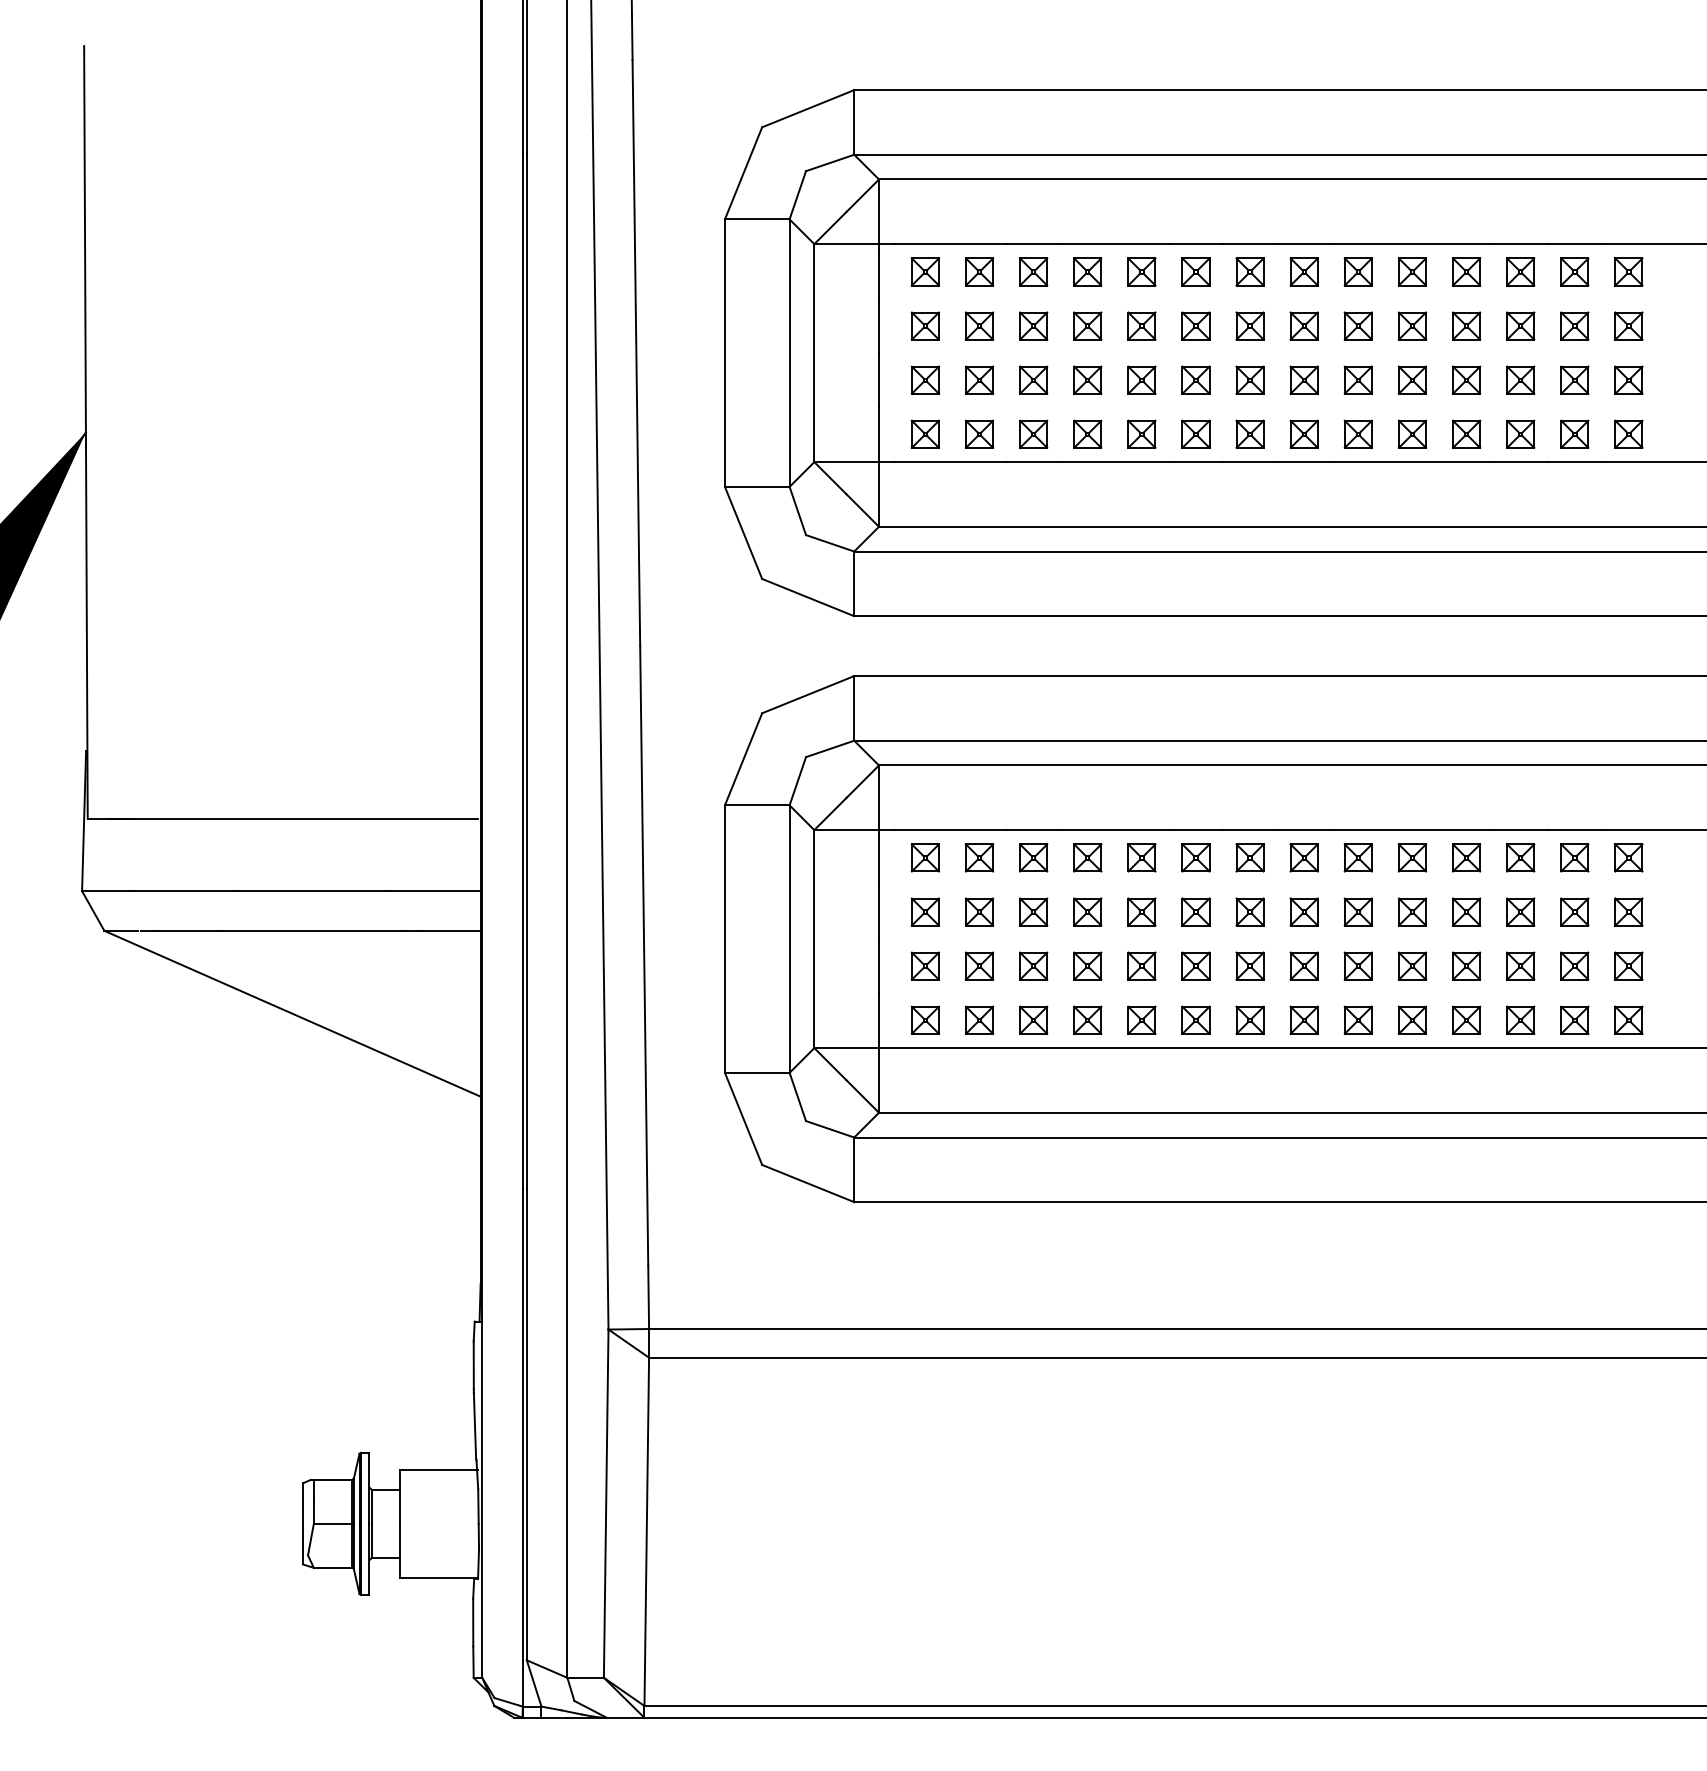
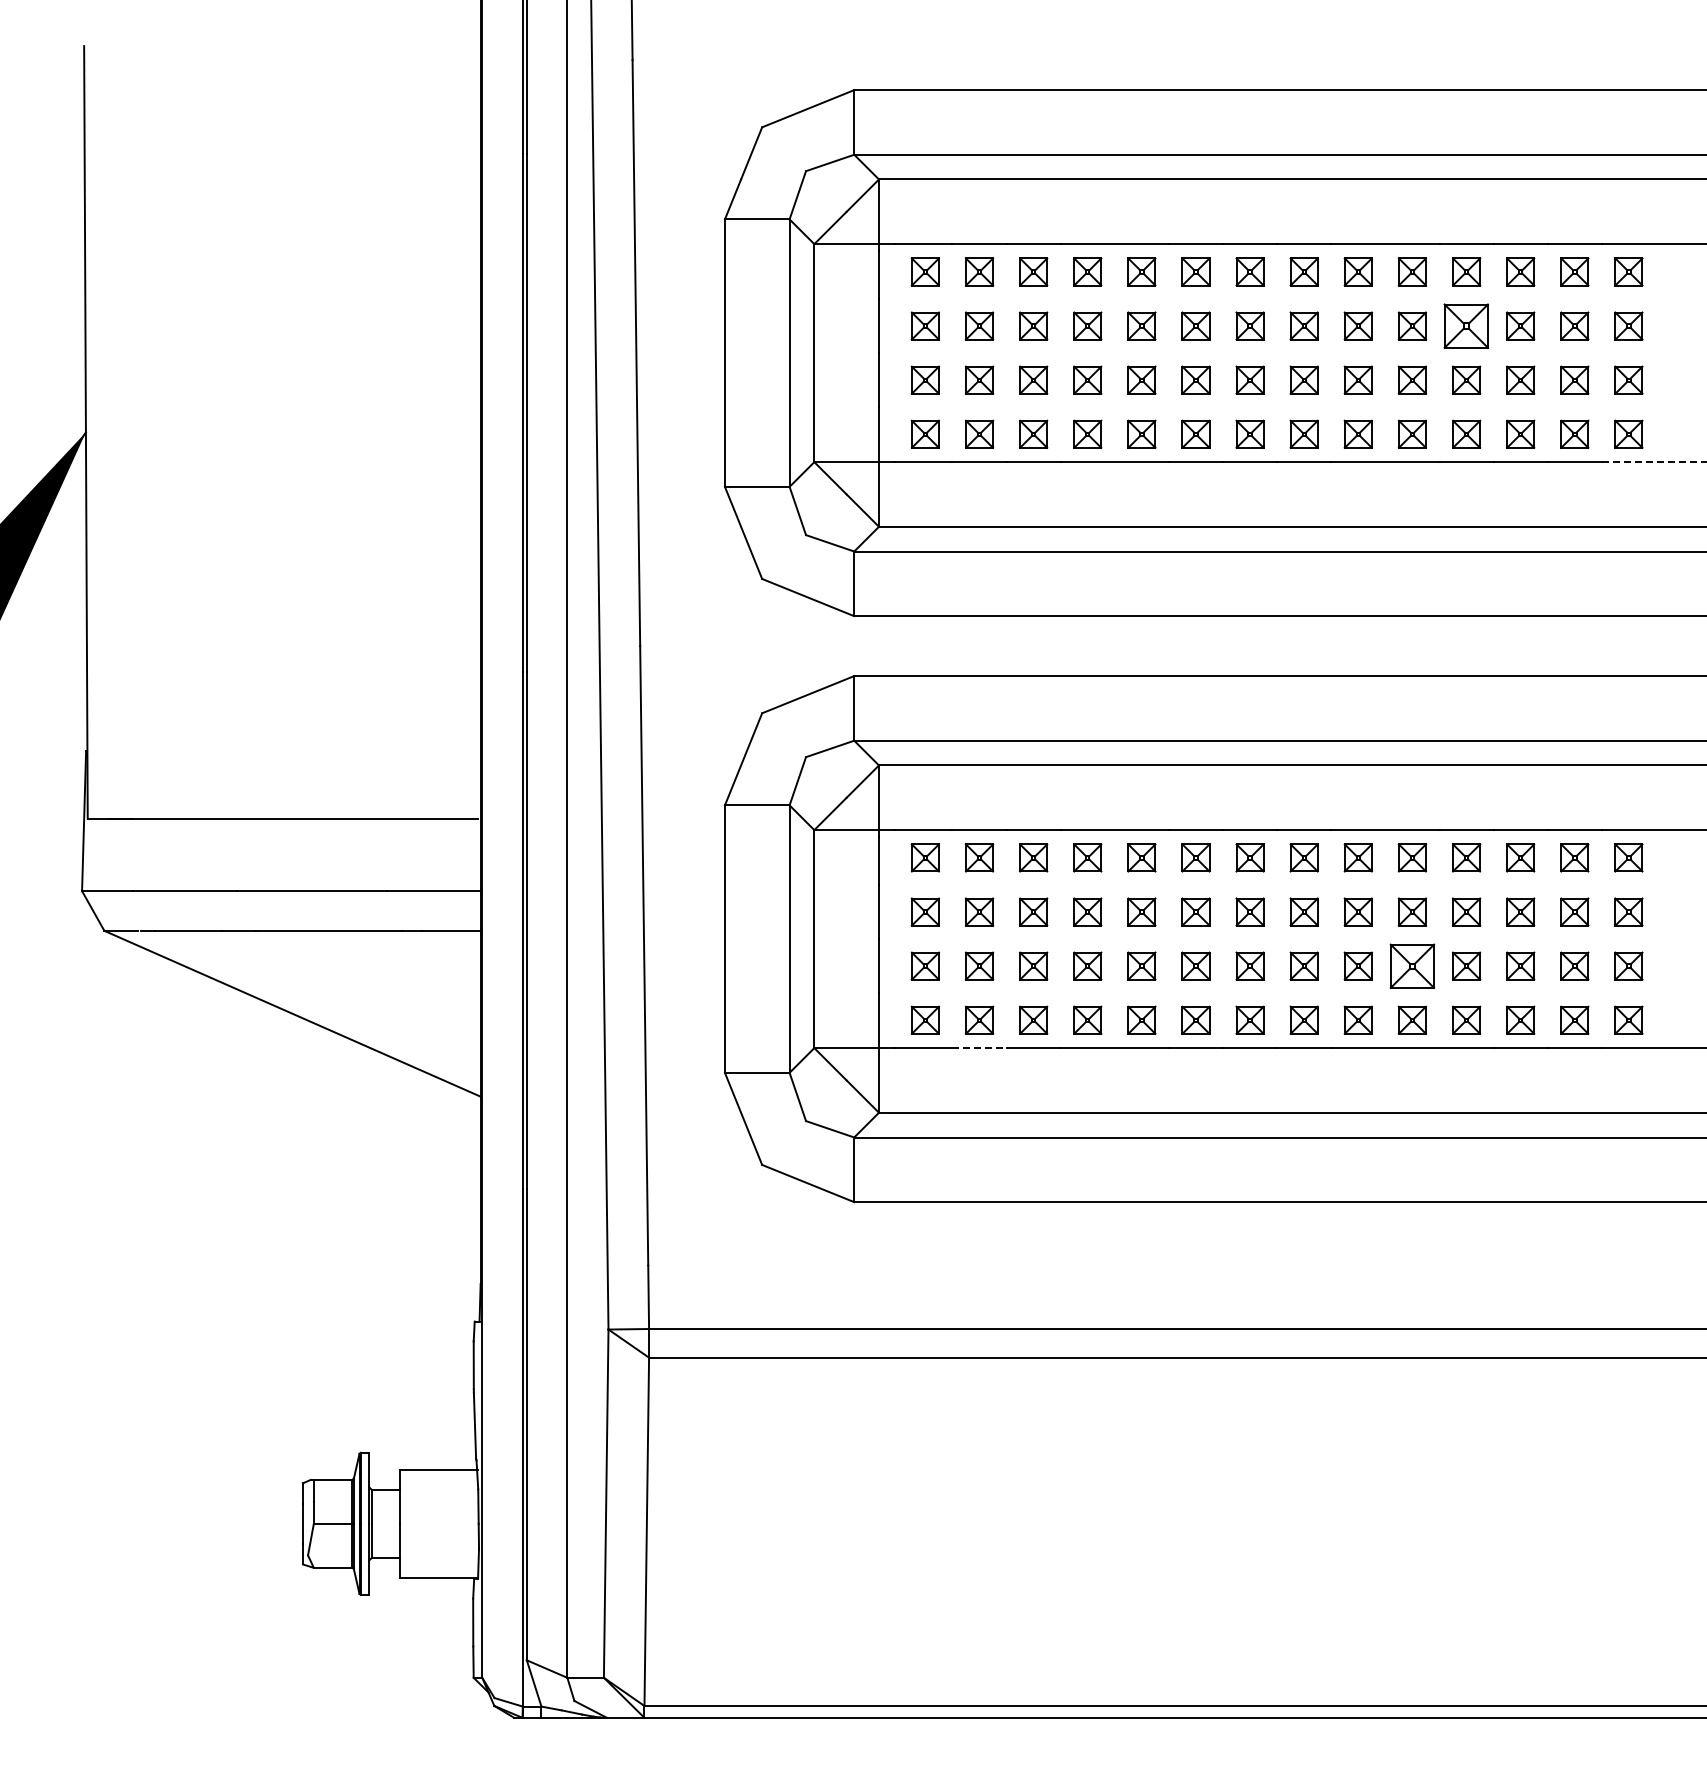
part at (1466, 325) size: 30x30 px -> 46x46 px
line at (1654, 462): solid -> dashed
part at (1412, 965) size: 31x30 px -> 47x46 px
line at (980, 1048): solid -> dashed
